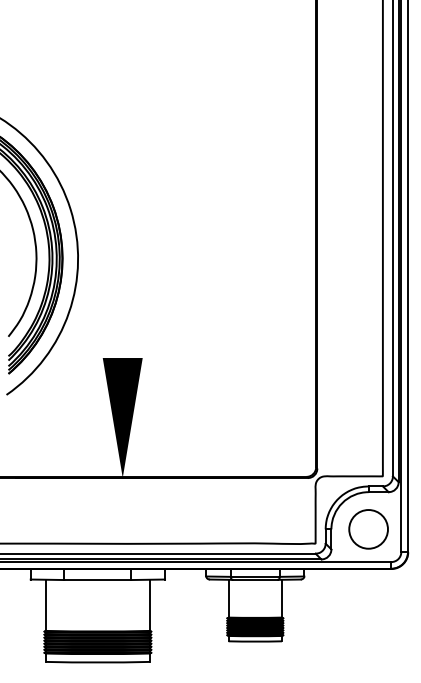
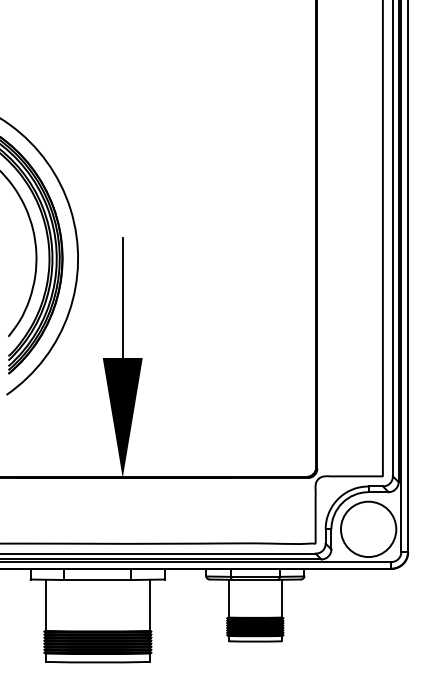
line at (122, 298): none -> present
circle at (368, 529) diameter: 39 px -> 55 px
